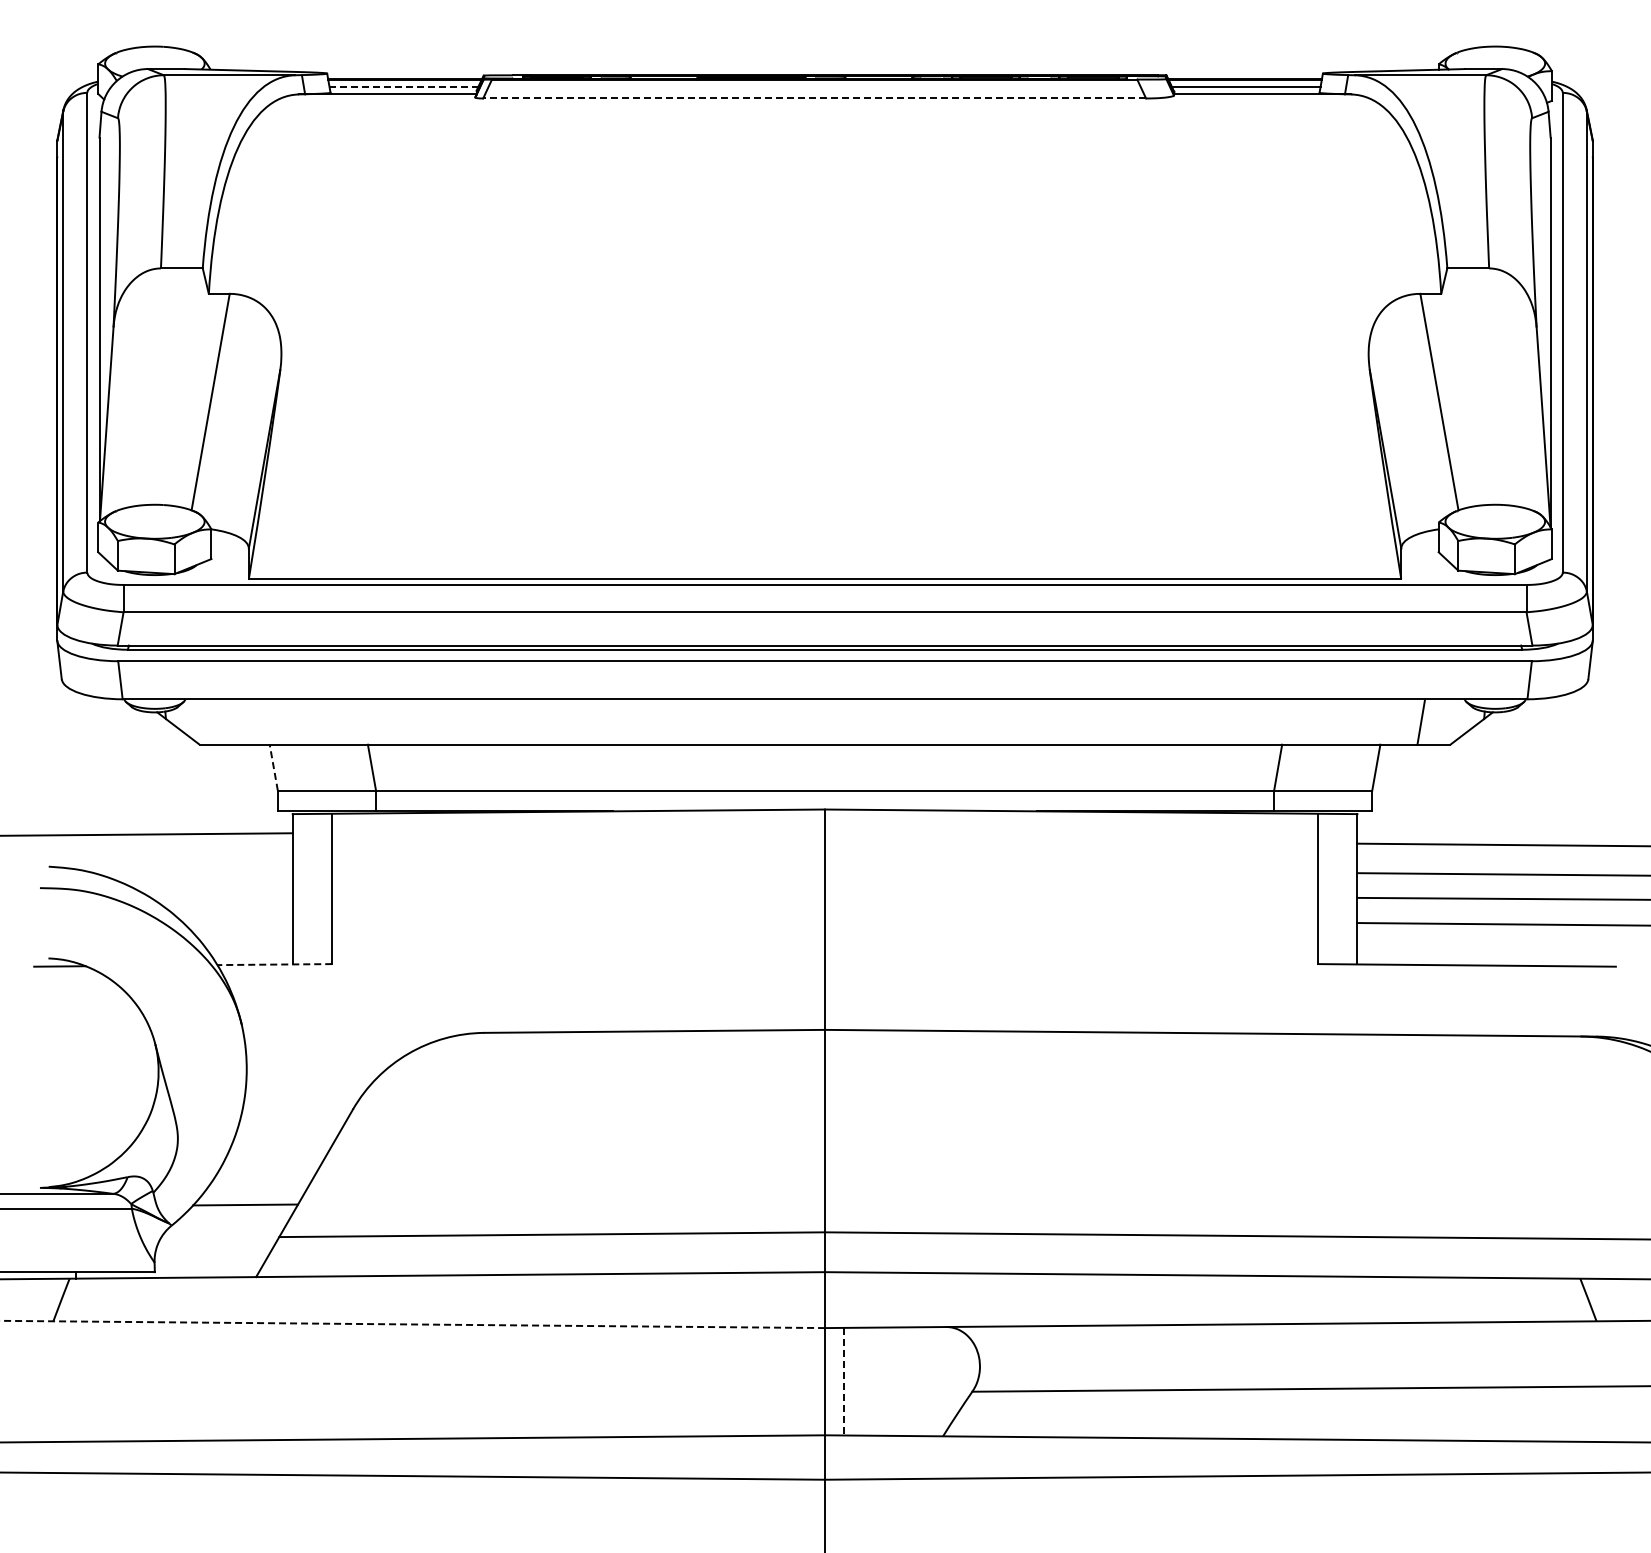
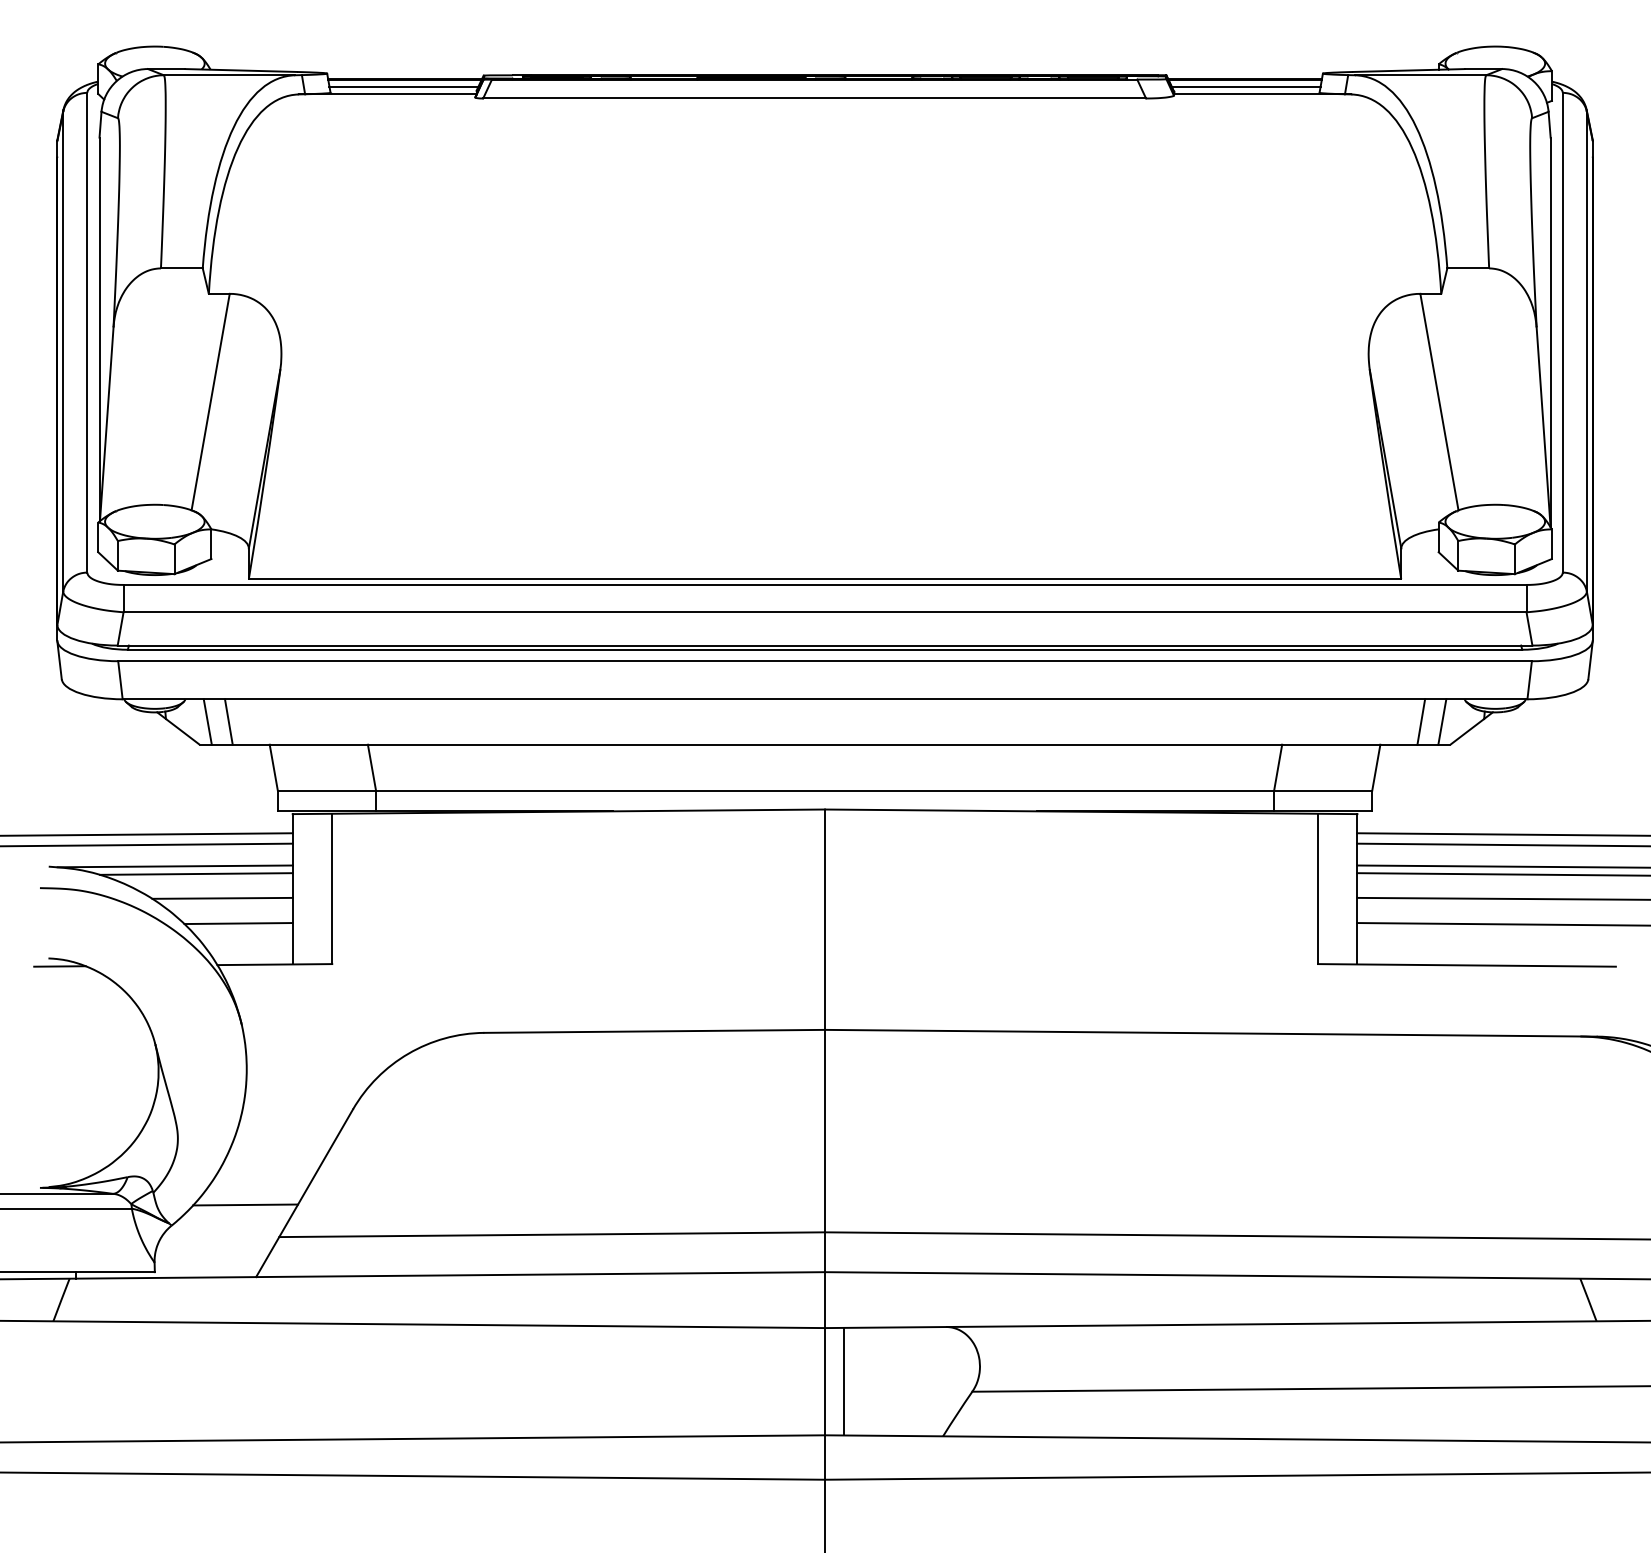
line at (404, 86): dashed -> solid
line at (814, 98): dashed -> solid
line at (207, 721): none -> present
line at (228, 721): none -> present
line at (1442, 721): none -> present
line at (273, 767): dashed -> solid
line at (1502, 834): none -> present
line at (147, 844): none -> present
line at (174, 866): none -> present
line at (1502, 866): none -> present
line at (196, 873): none -> present
line at (222, 897): none -> present
line at (238, 923): none -> present
line at (274, 964): dashed -> solid
line at (412, 1324): dashed -> solid
line at (844, 1381): dashed -> solid
